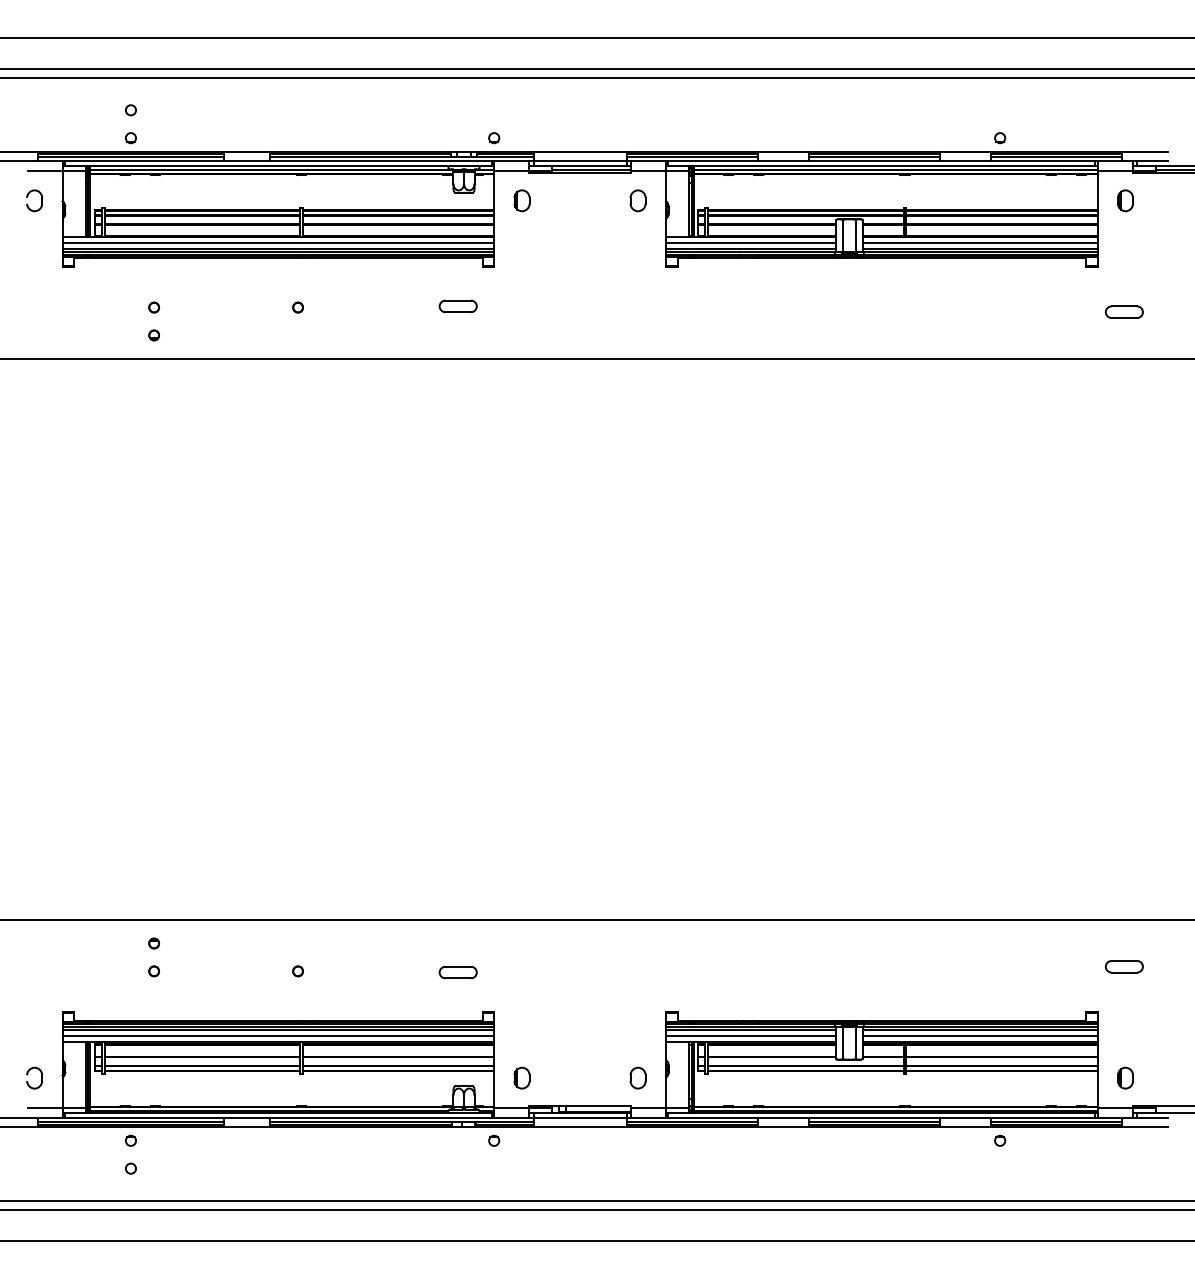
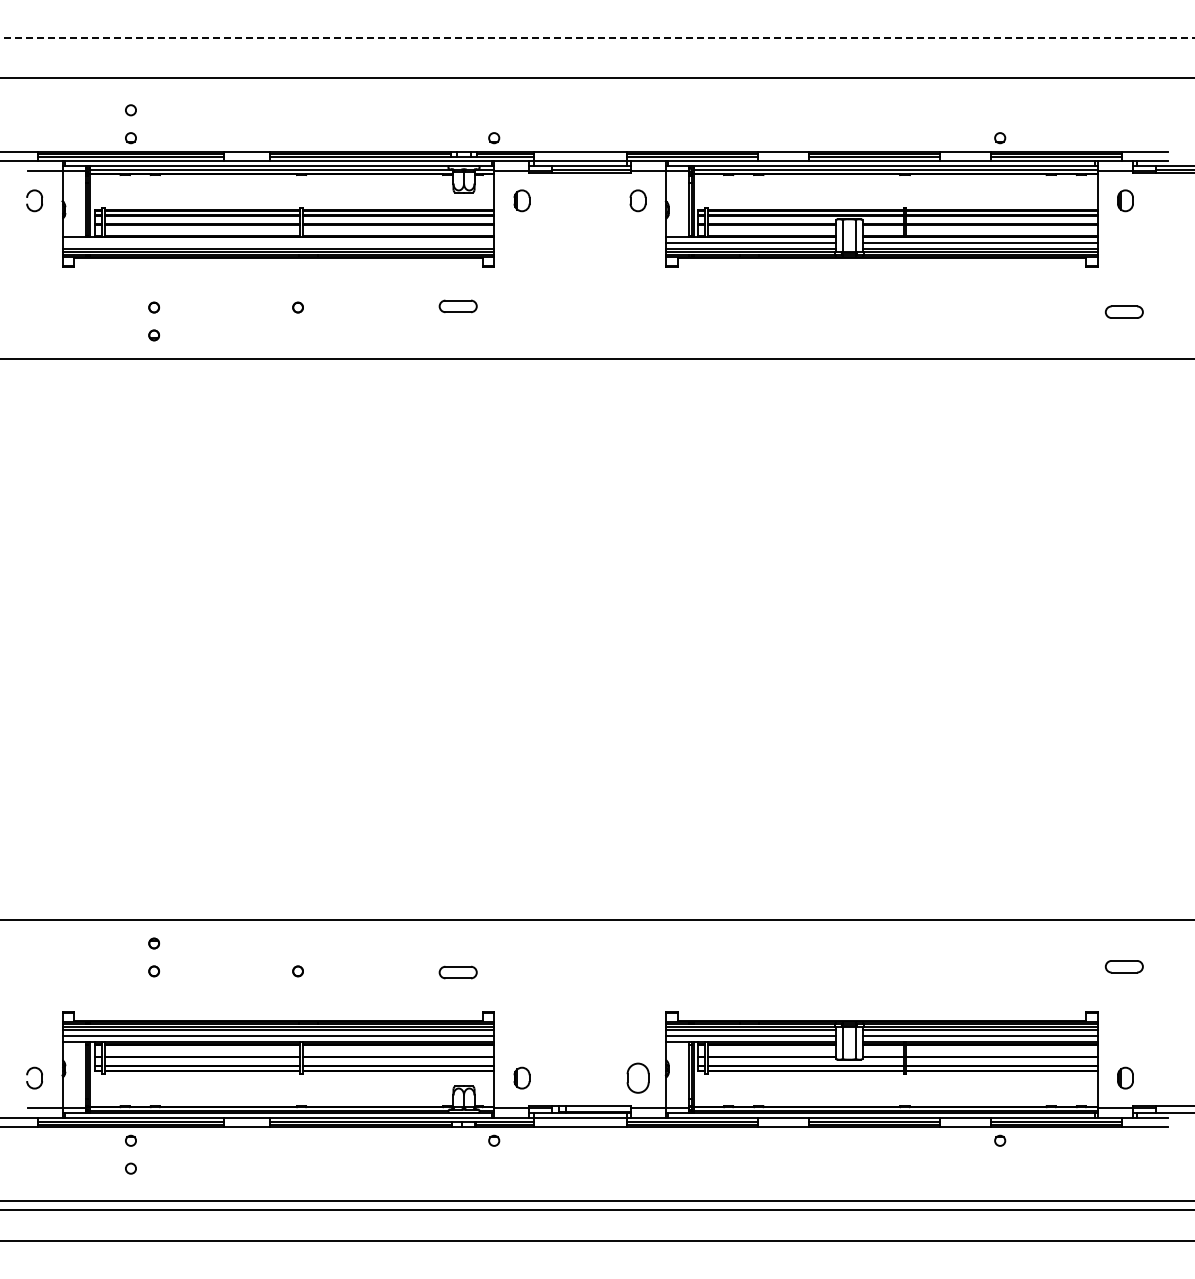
line at (597, 38): solid -> dashed
line at (596, 68): present -> none
line at (278, 243): present -> none
part at (637, 1077) size: 18x24 px -> 24x32 px
